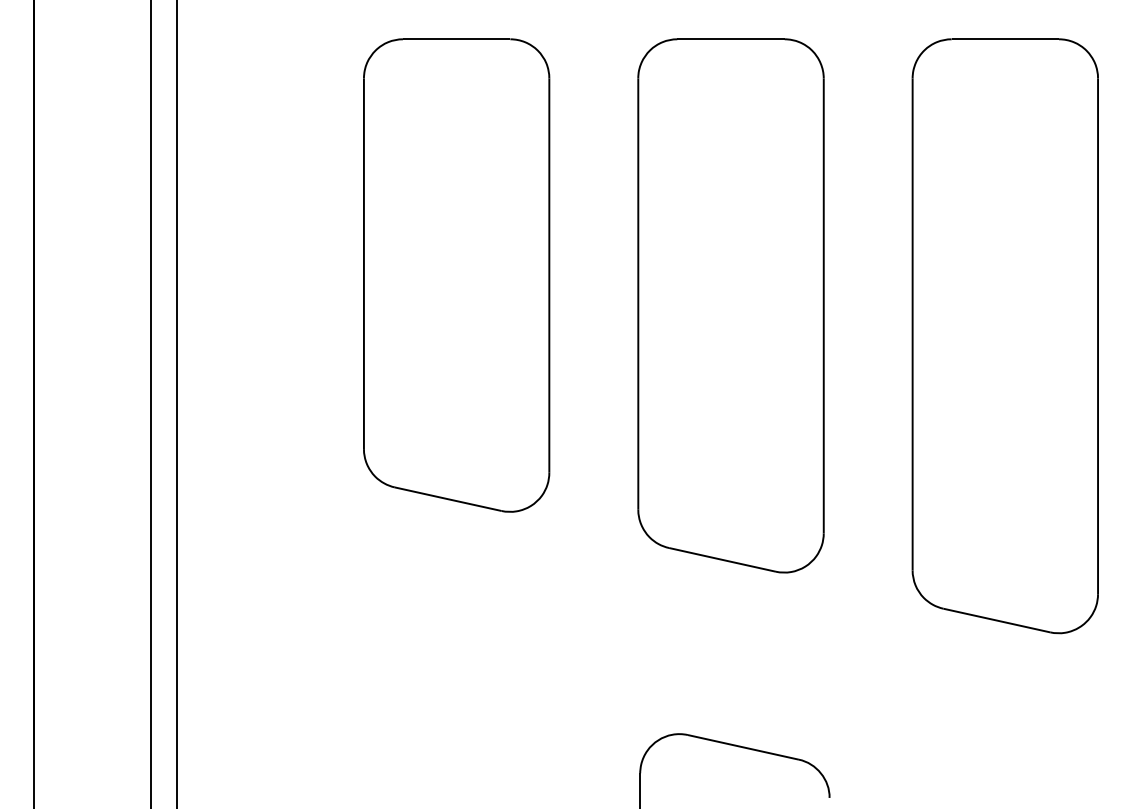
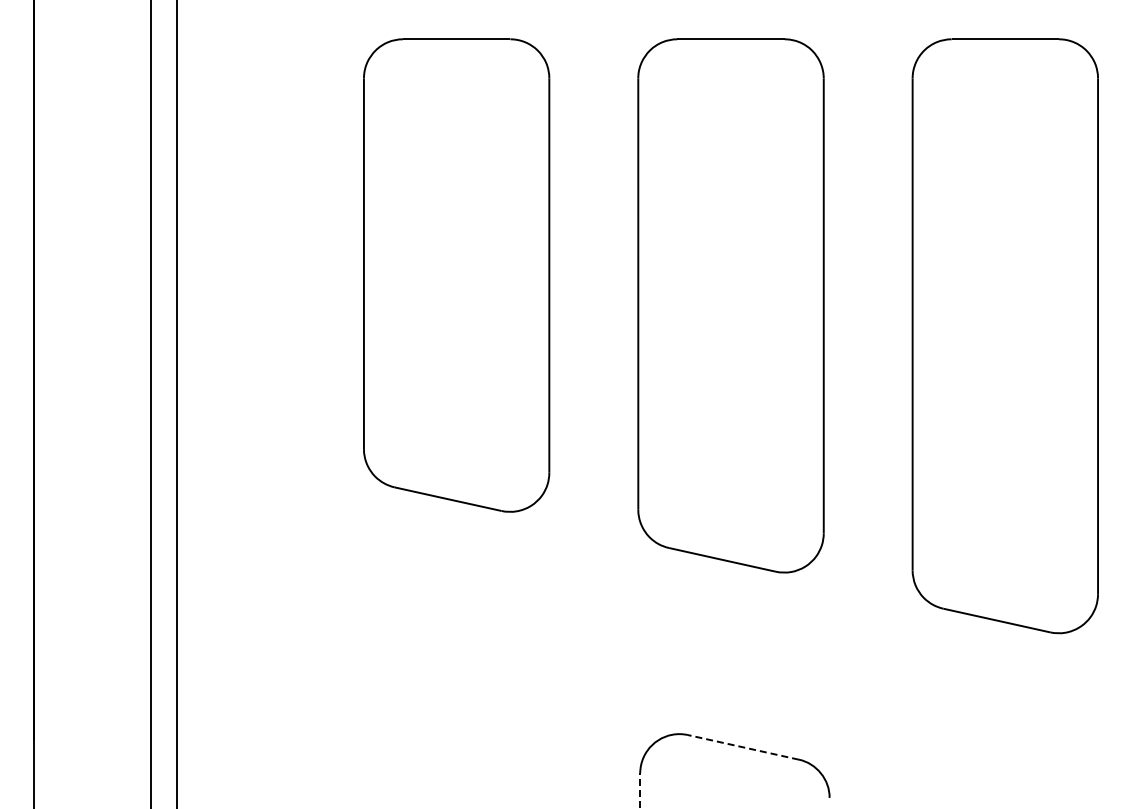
line at (743, 747): solid -> dashed
line at (640, 790): solid -> dashed
